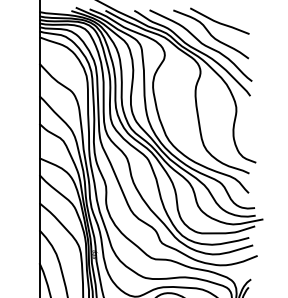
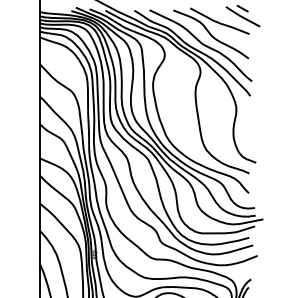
part at (242, 15): none -> present
